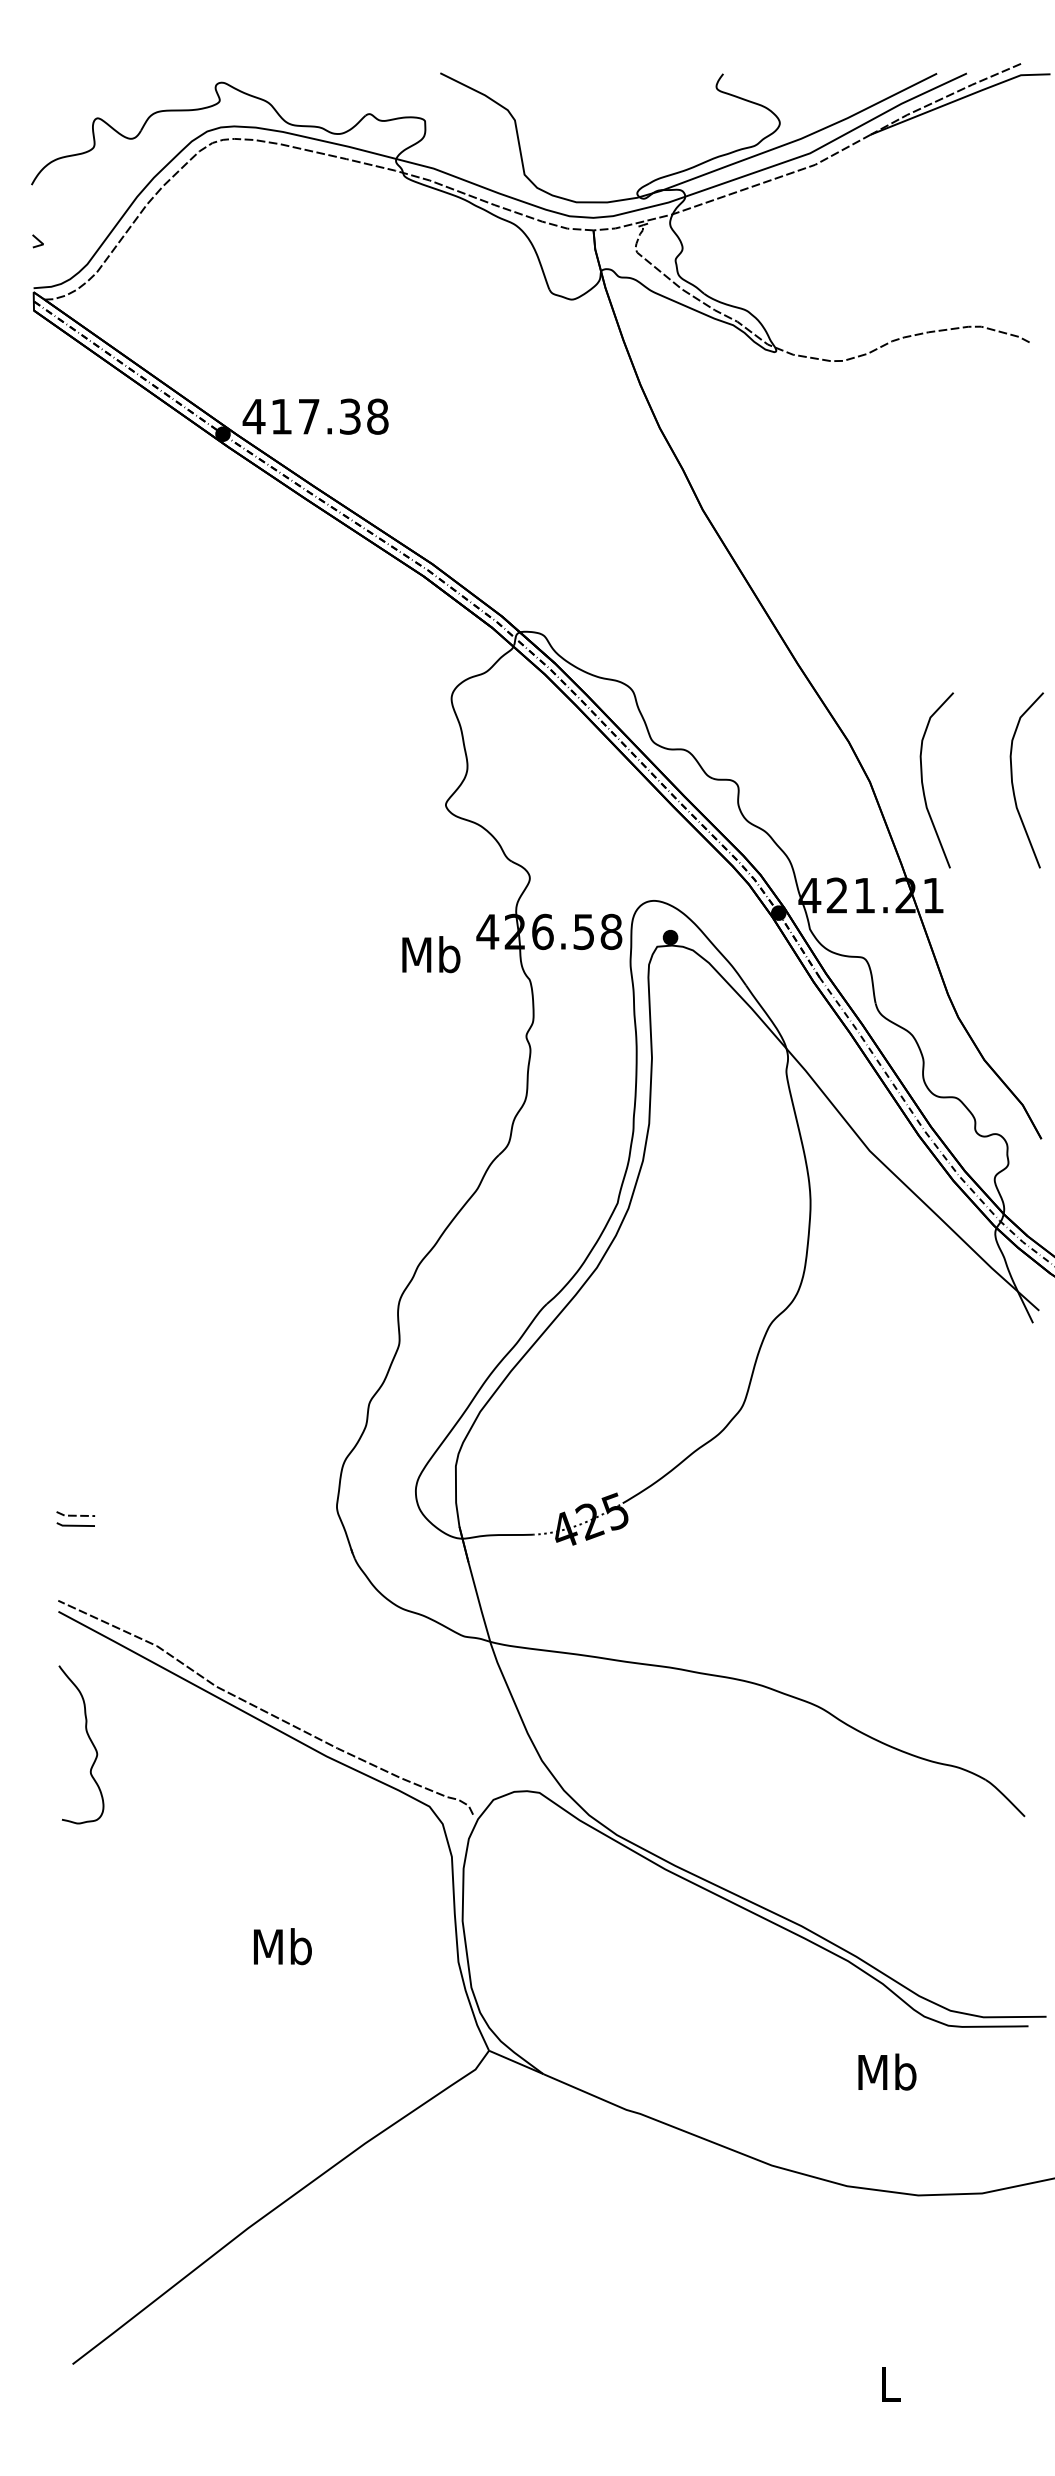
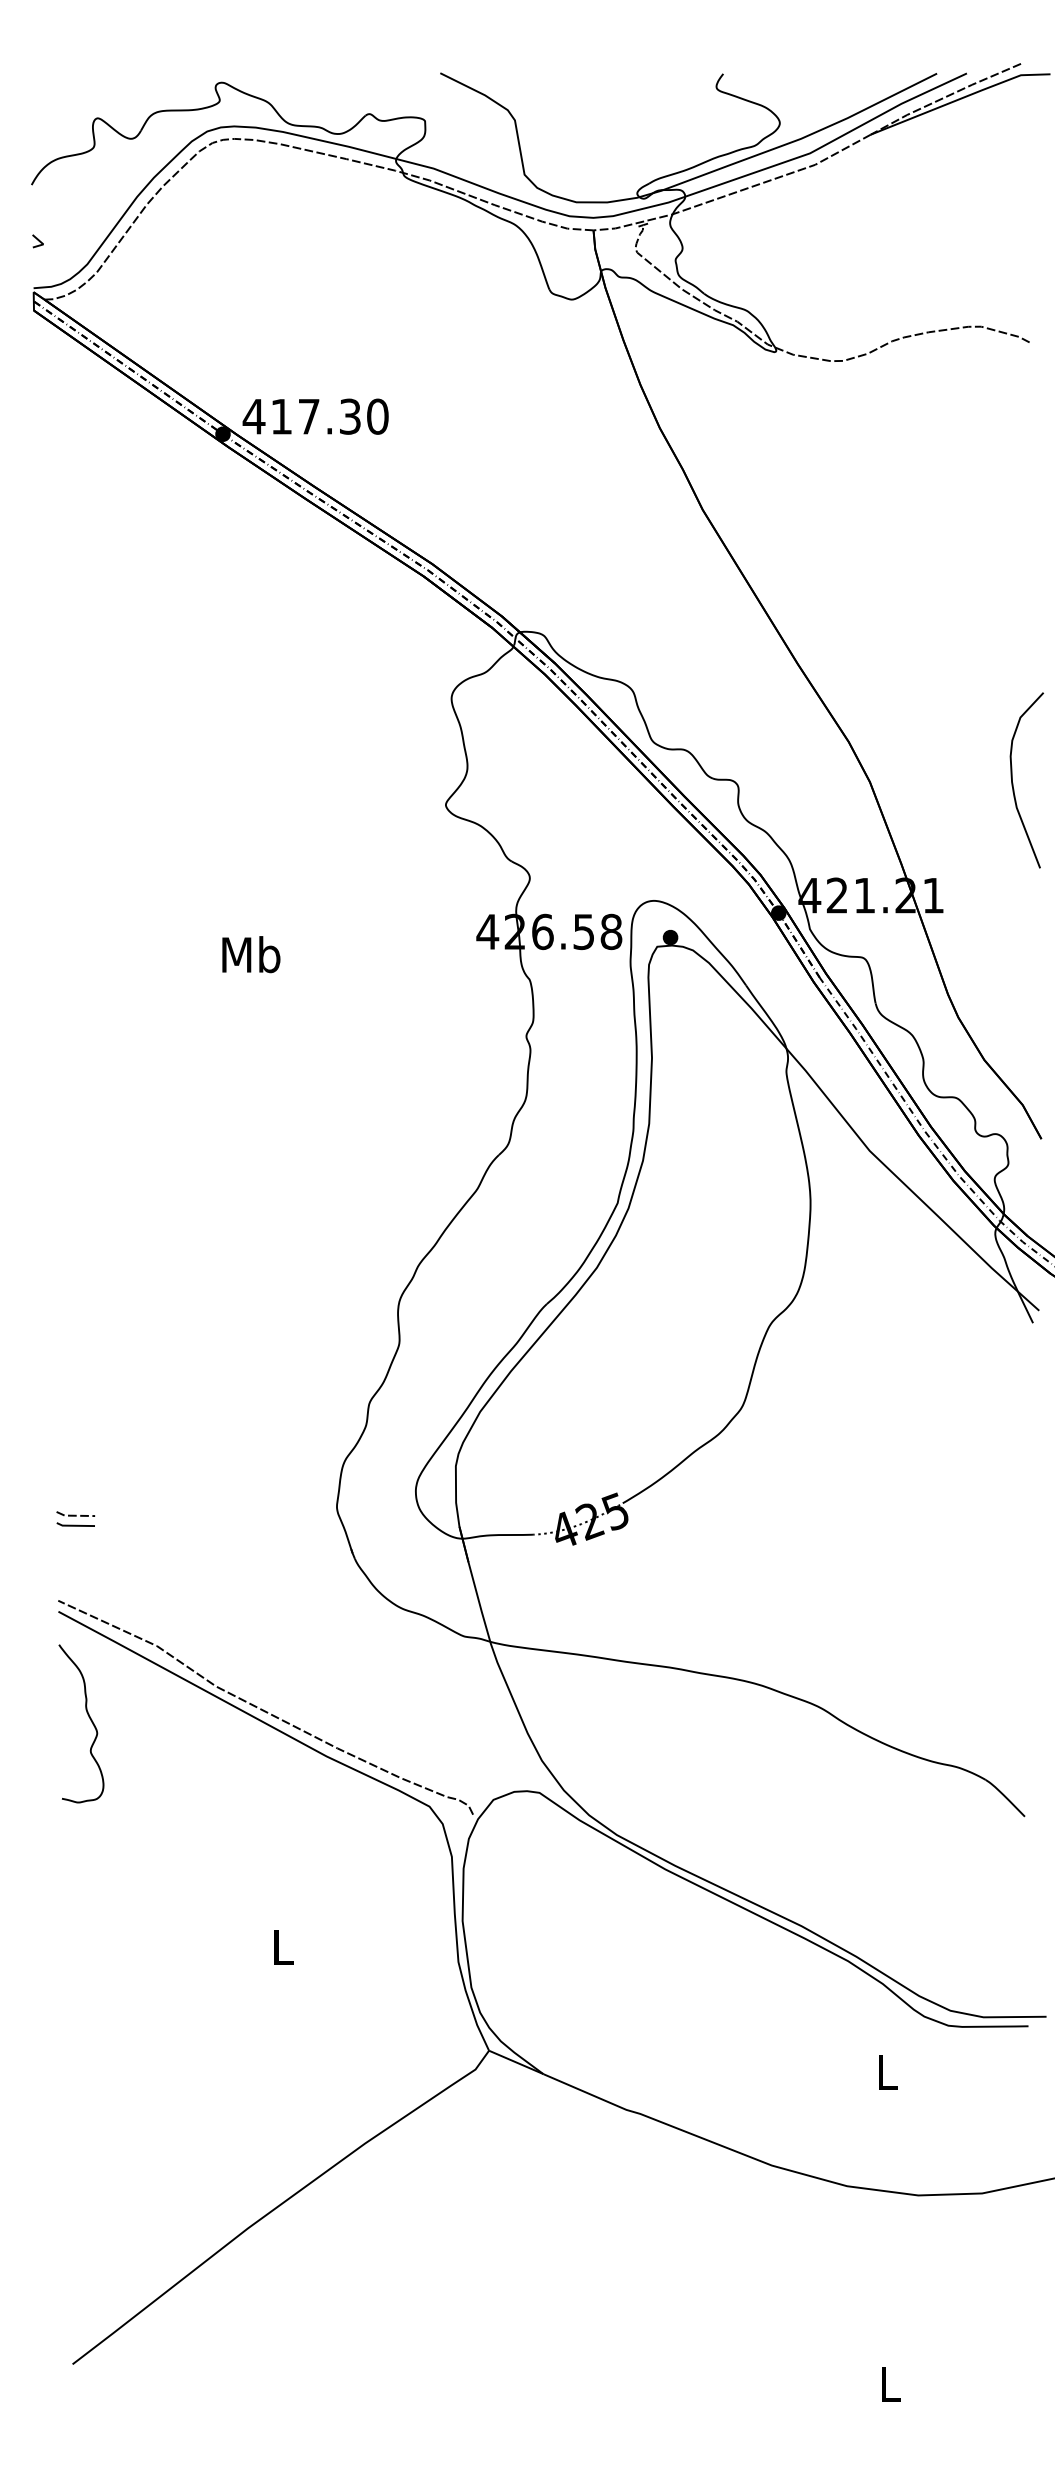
text at (377, 416): 417.38 -> 417.30
curve at (923, 783): present -> none
text at (431, 954) position: (431, 954) -> (251, 954)
curve at (88, 1738) position: (88, 1738) -> (88, 1717)
text at (282, 1946): Mb -> L
text at (887, 2071): Mb -> L
